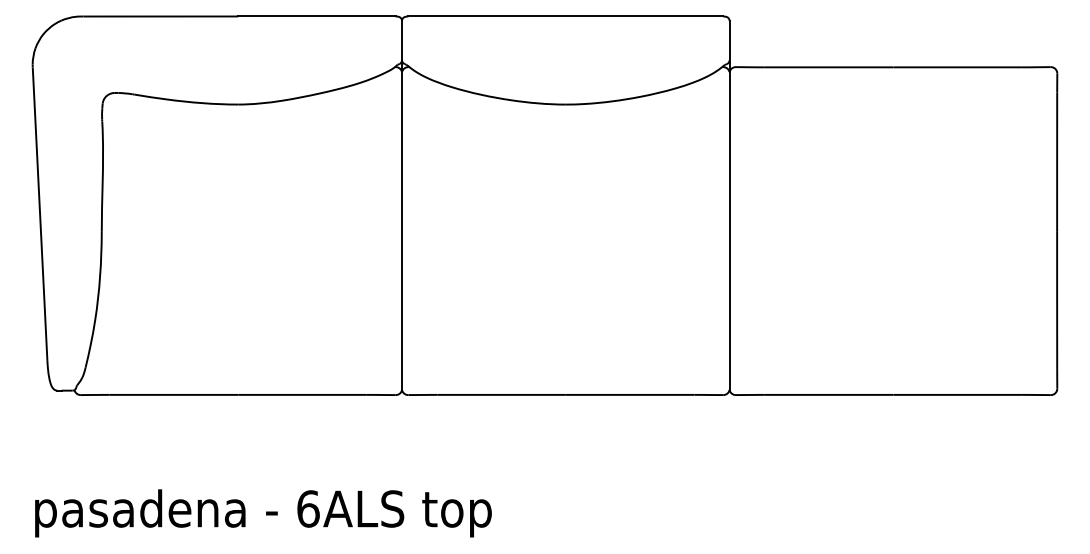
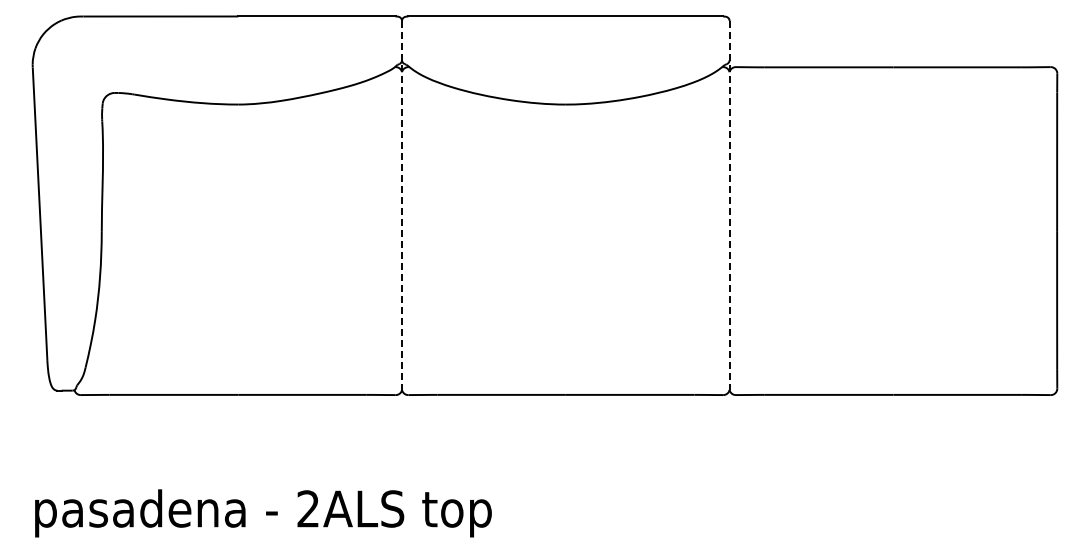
line at (402, 205): solid -> dashed
line at (729, 205): solid -> dashed
text at (308, 508): 6ALS -> 2ALS
